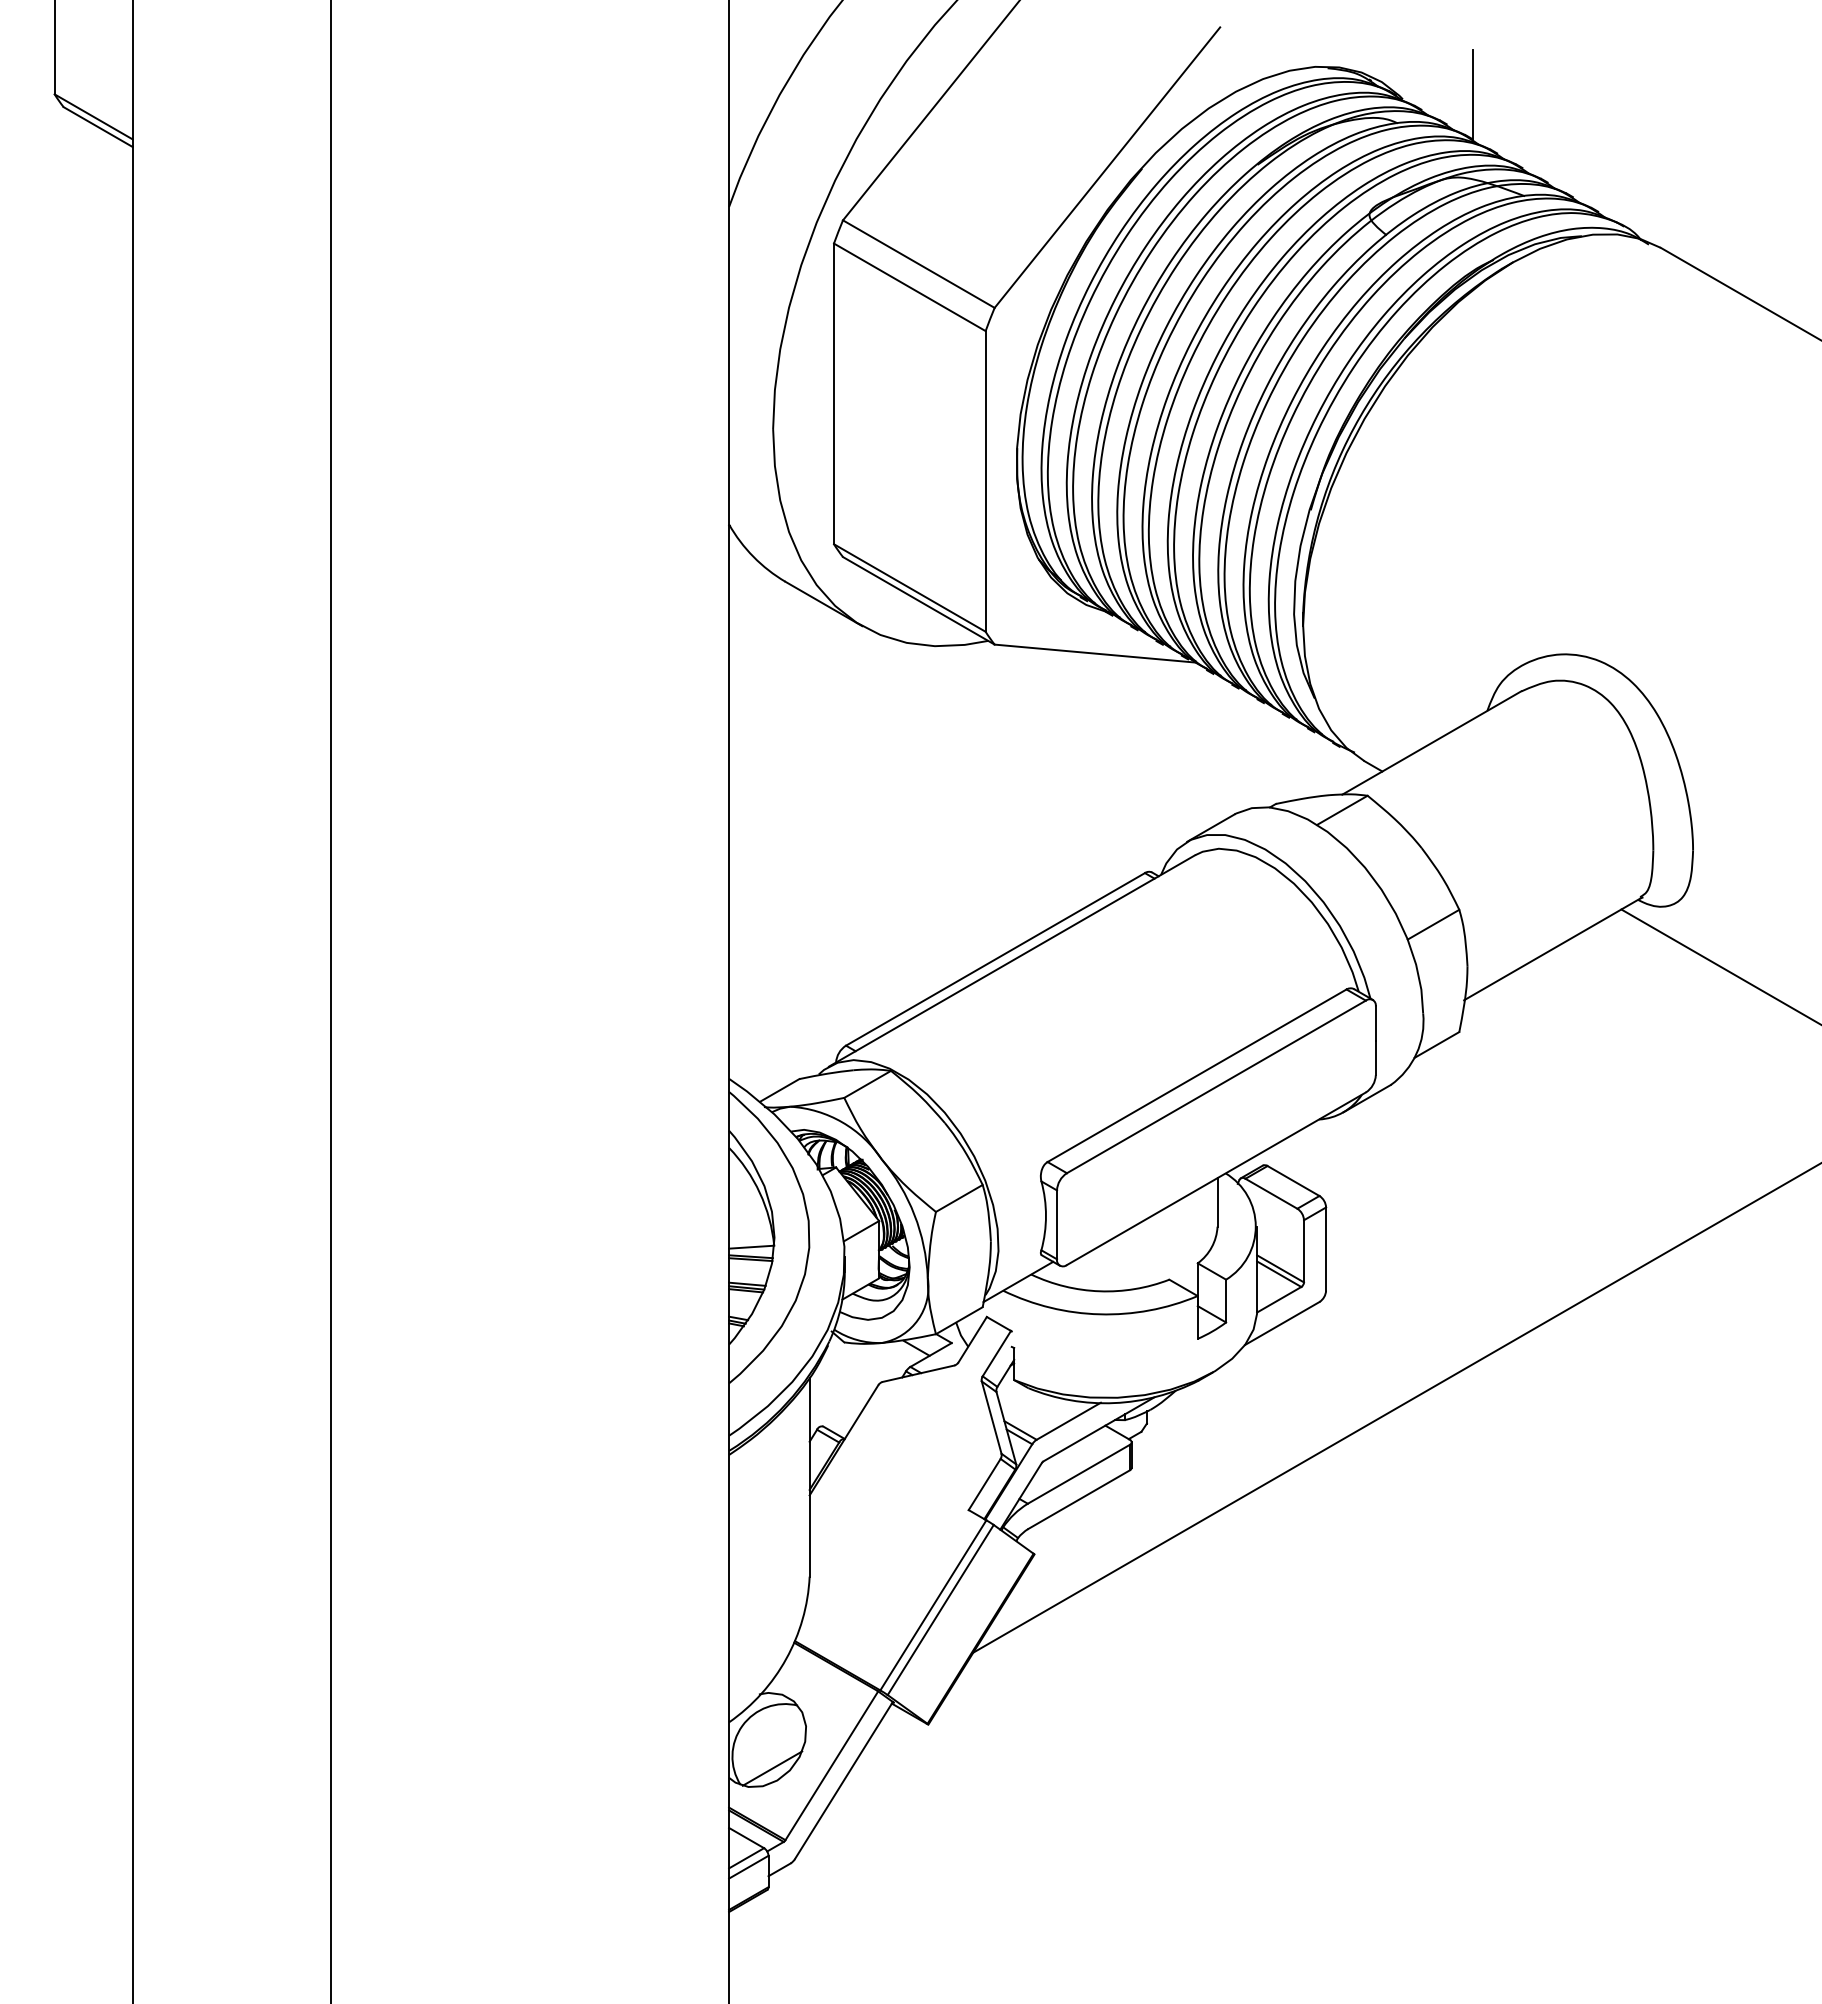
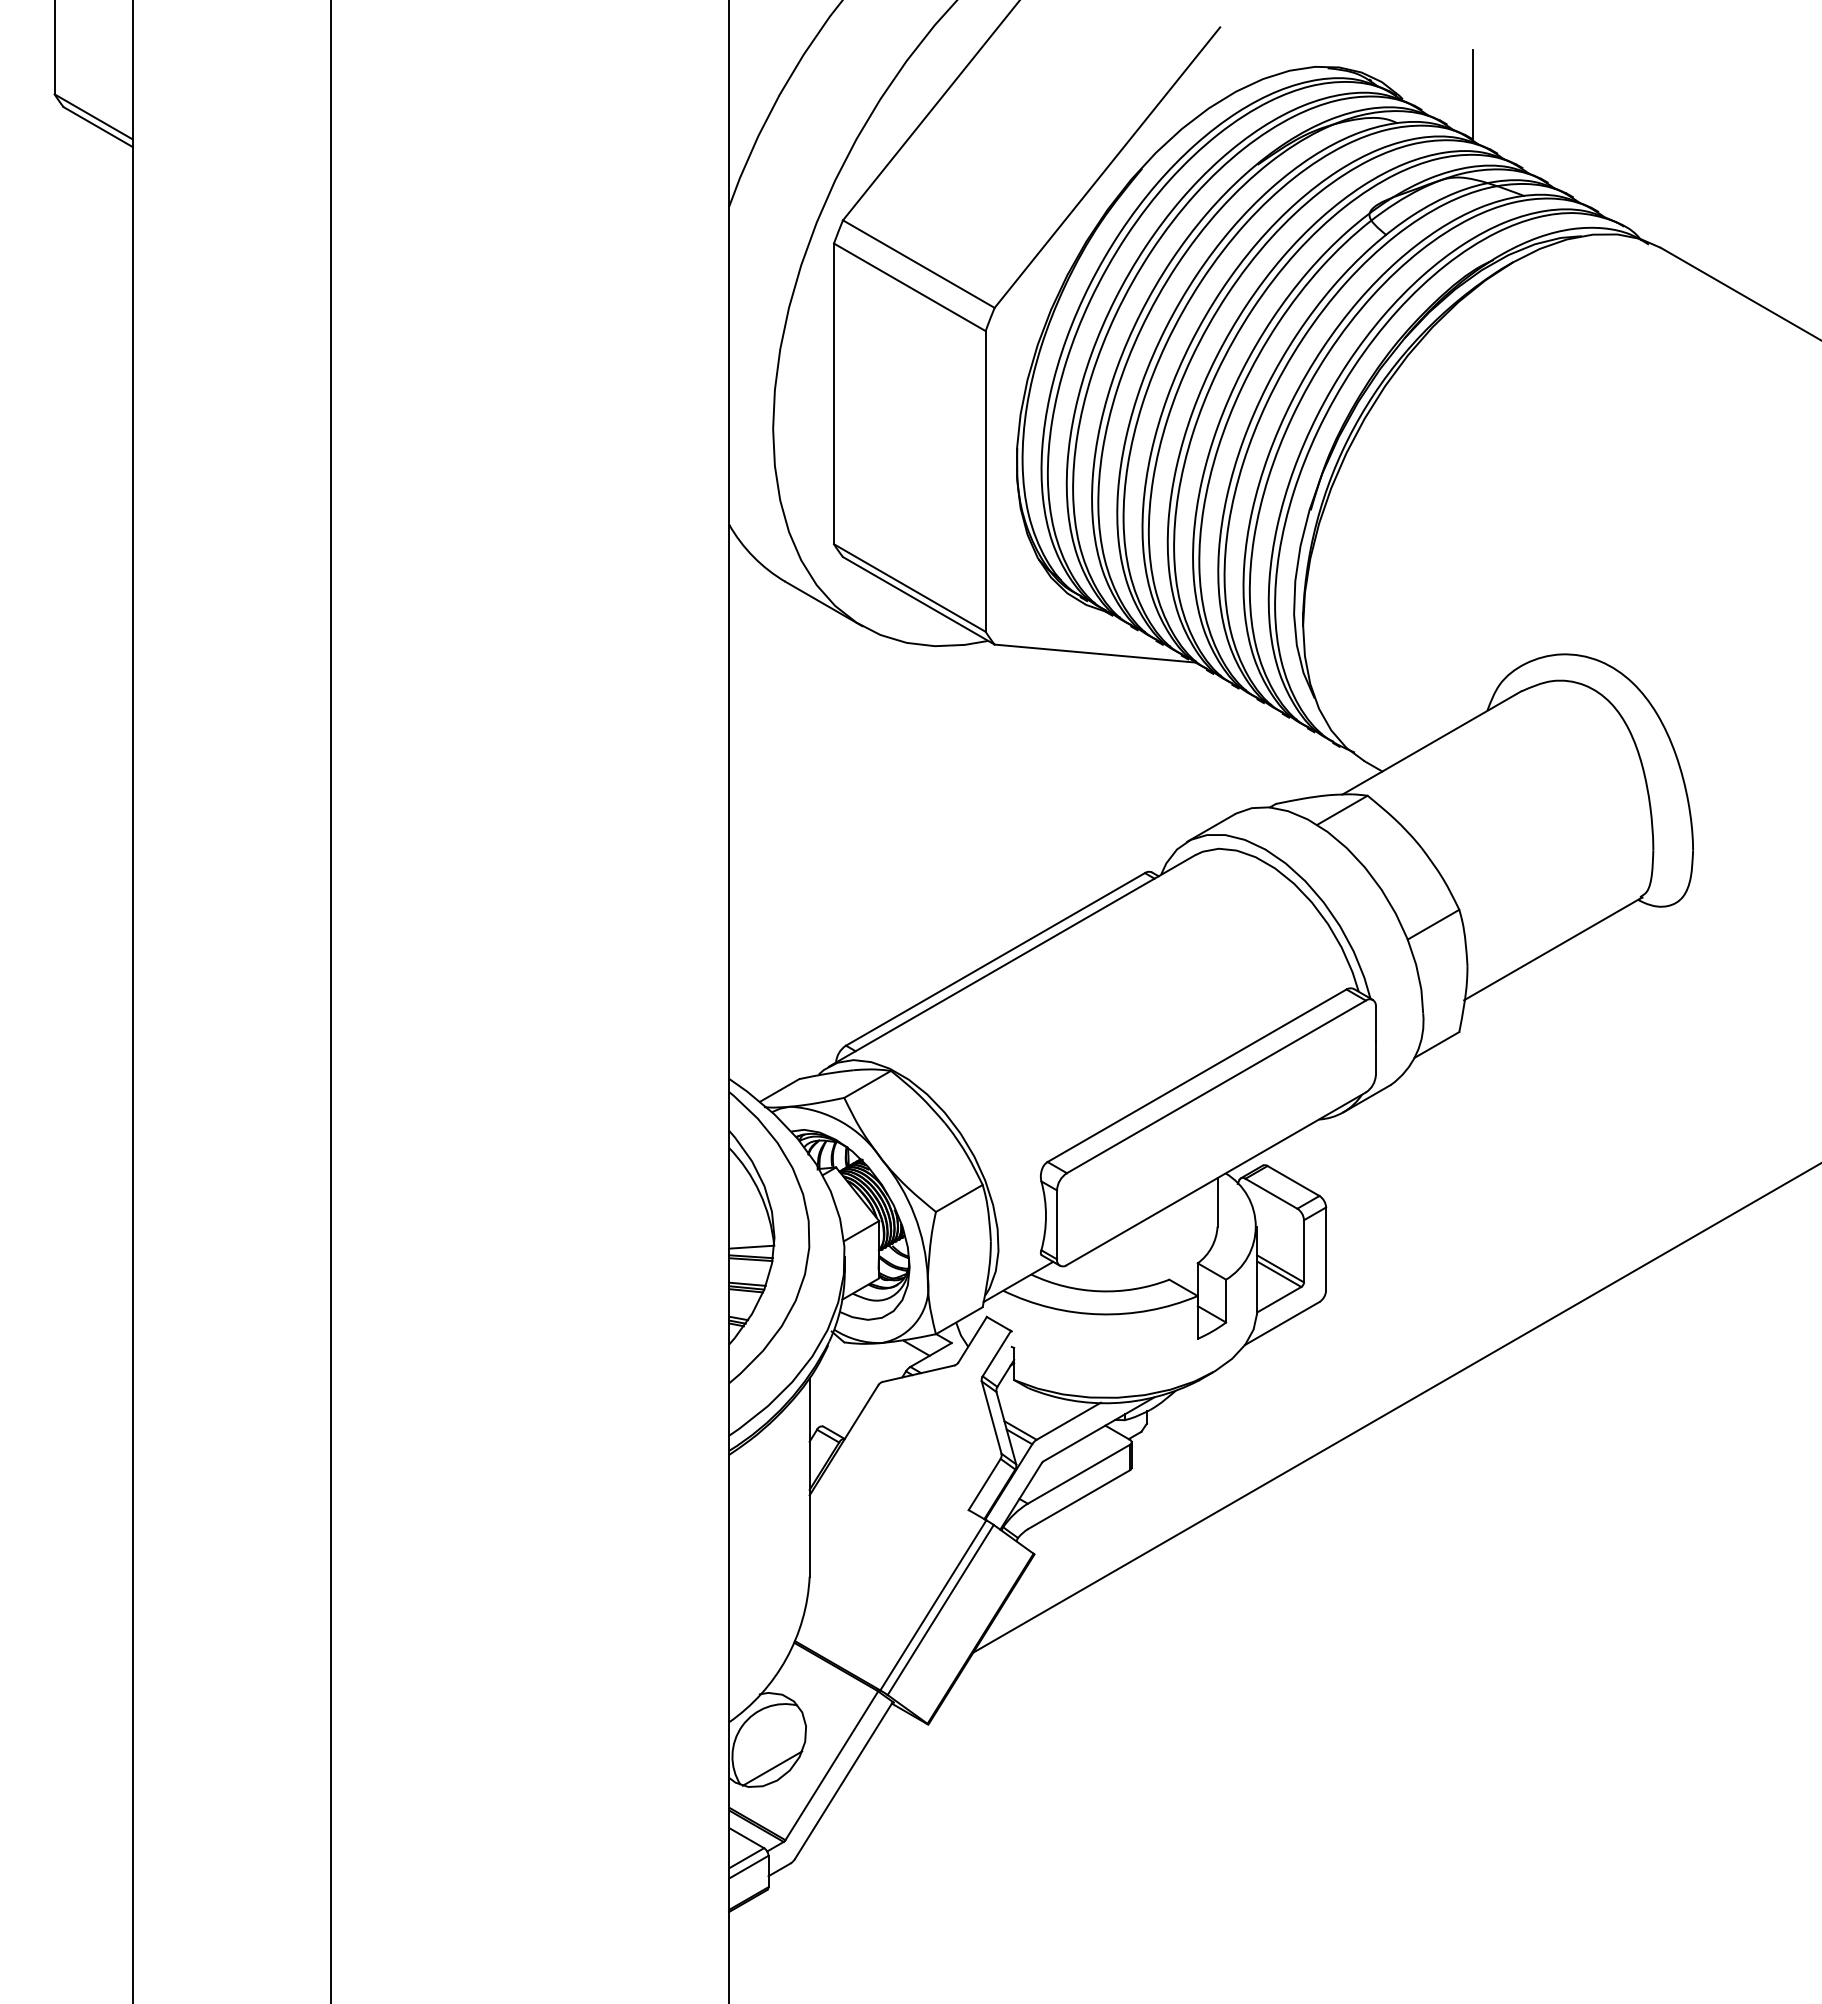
line at (1719, 966): present -> none
